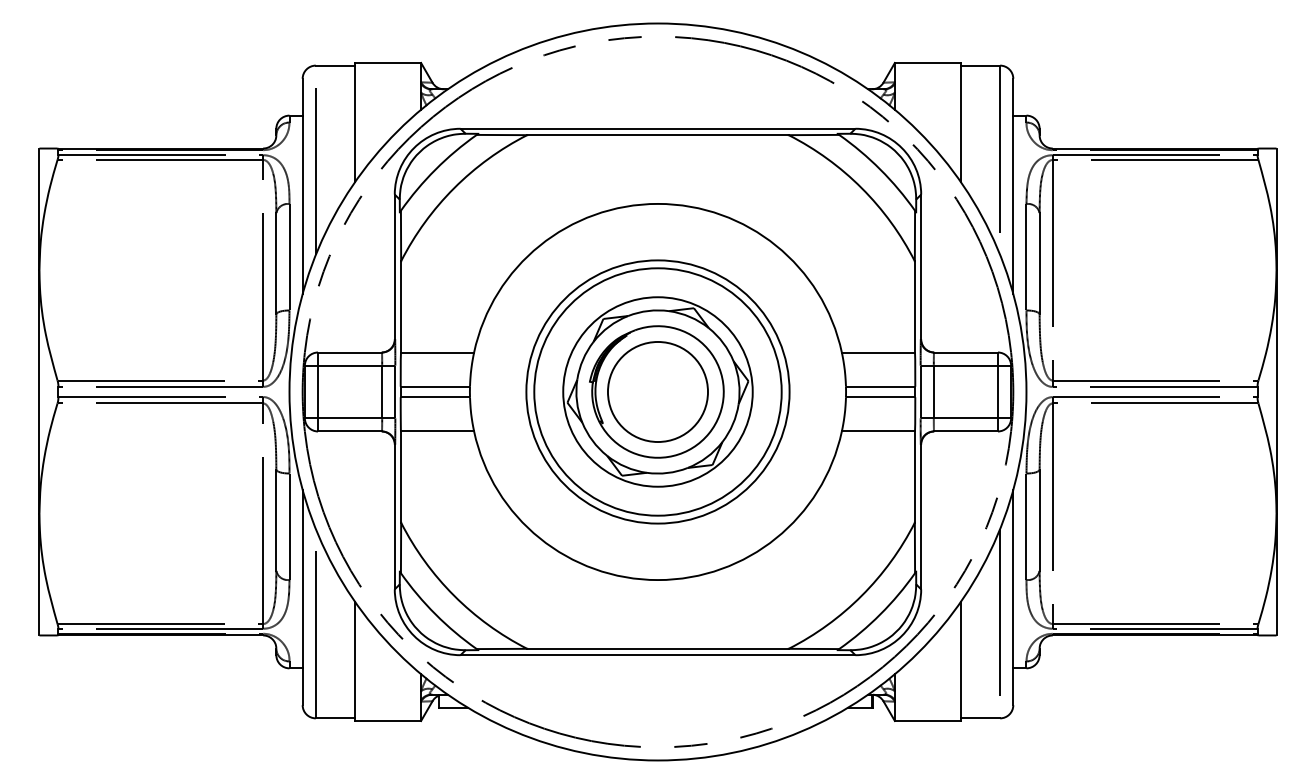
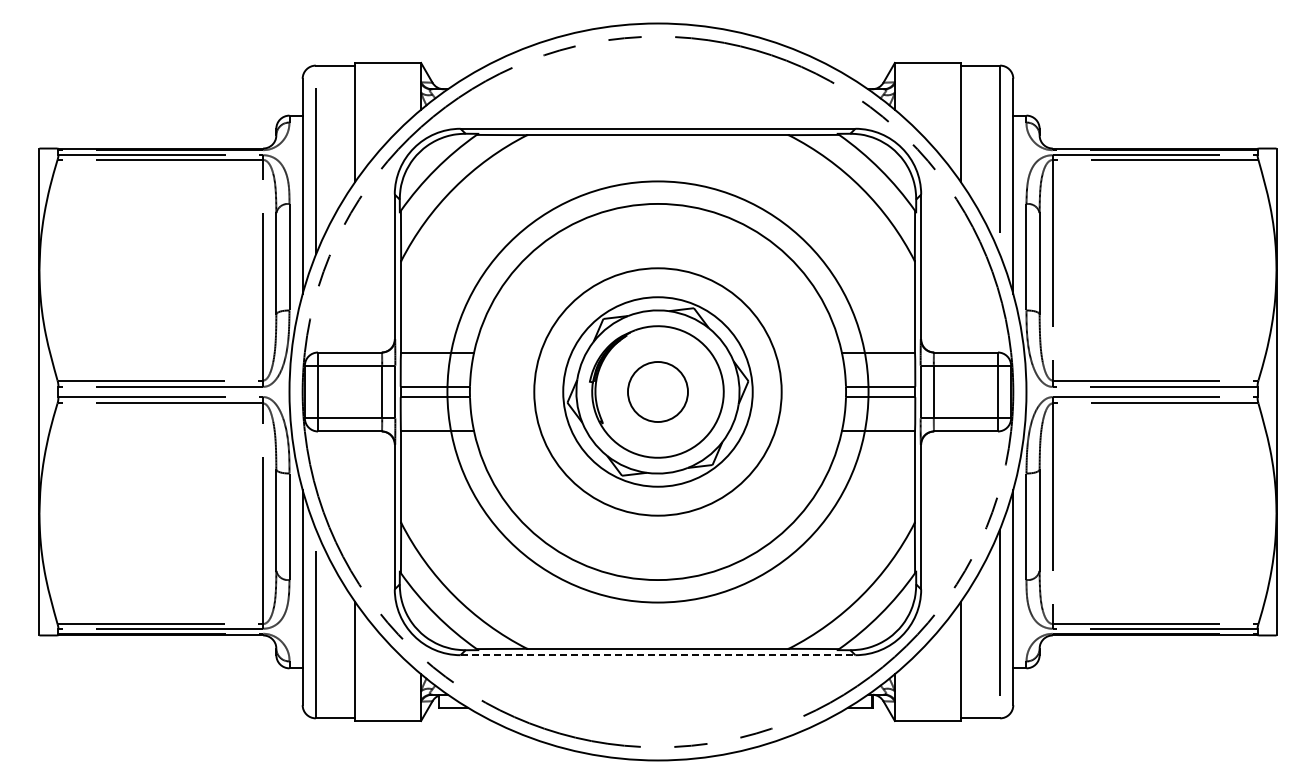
circle at (657, 391) diameter: 100 px -> 60 px
circle at (657, 391) diameter: 263 px -> 421 px
line at (658, 655): solid -> dashed
